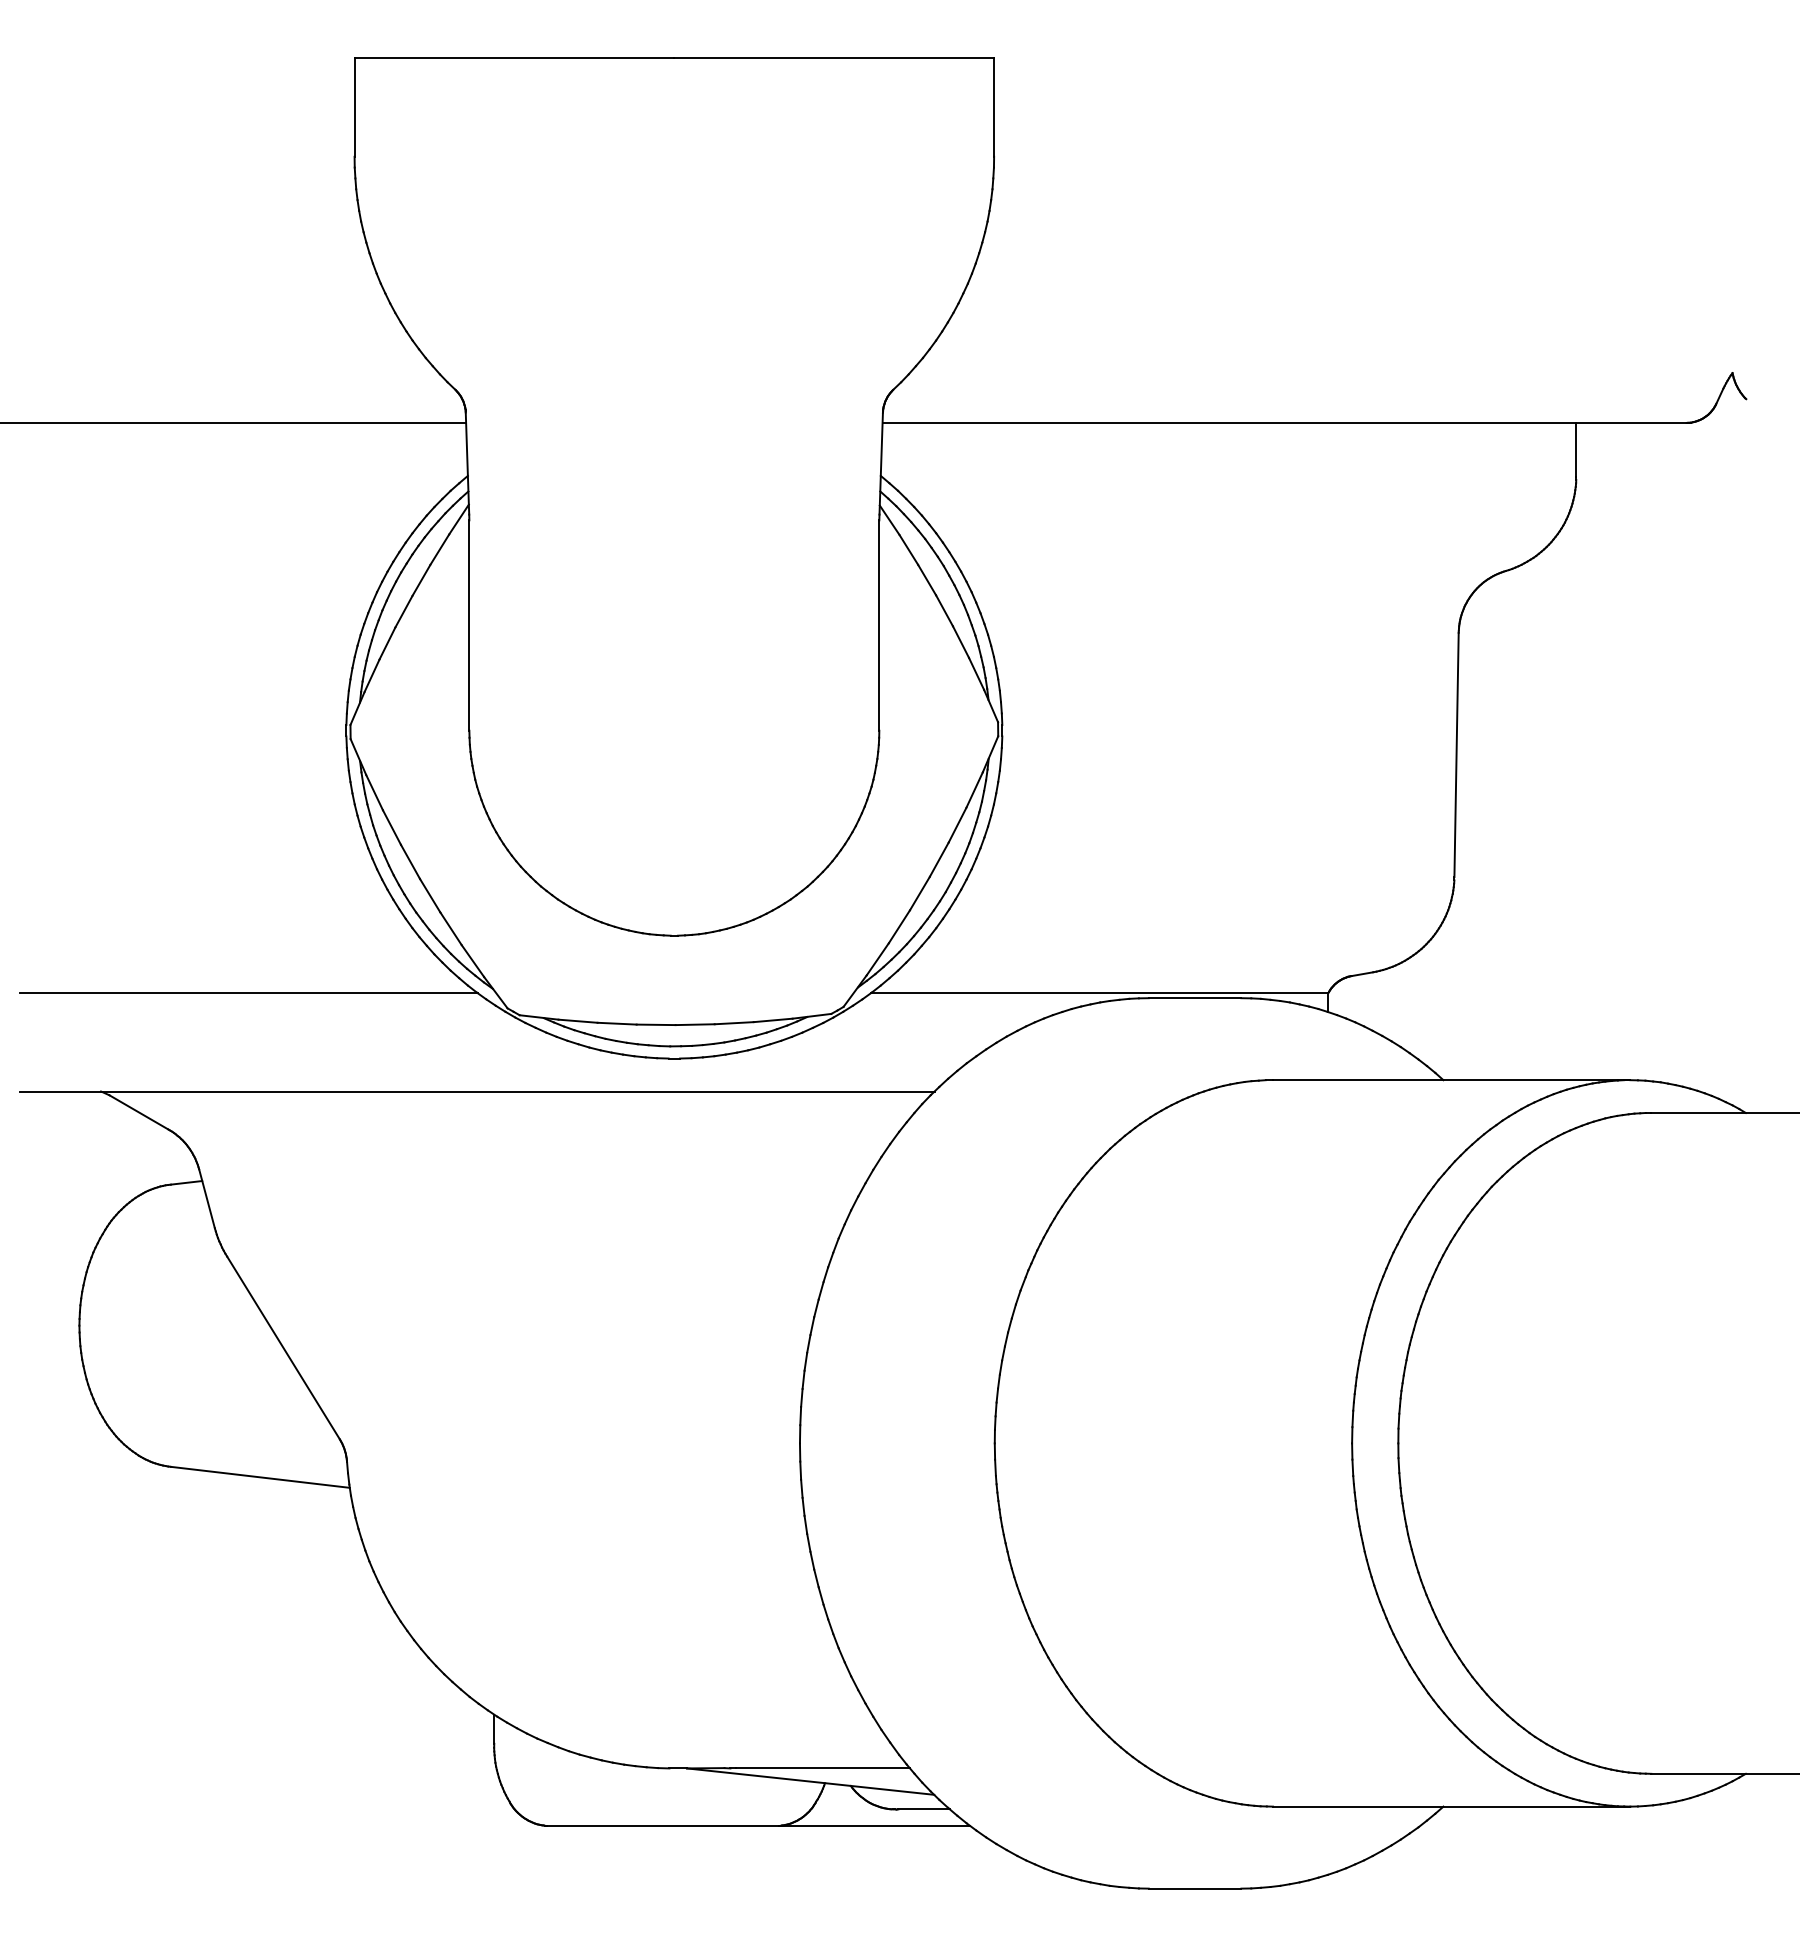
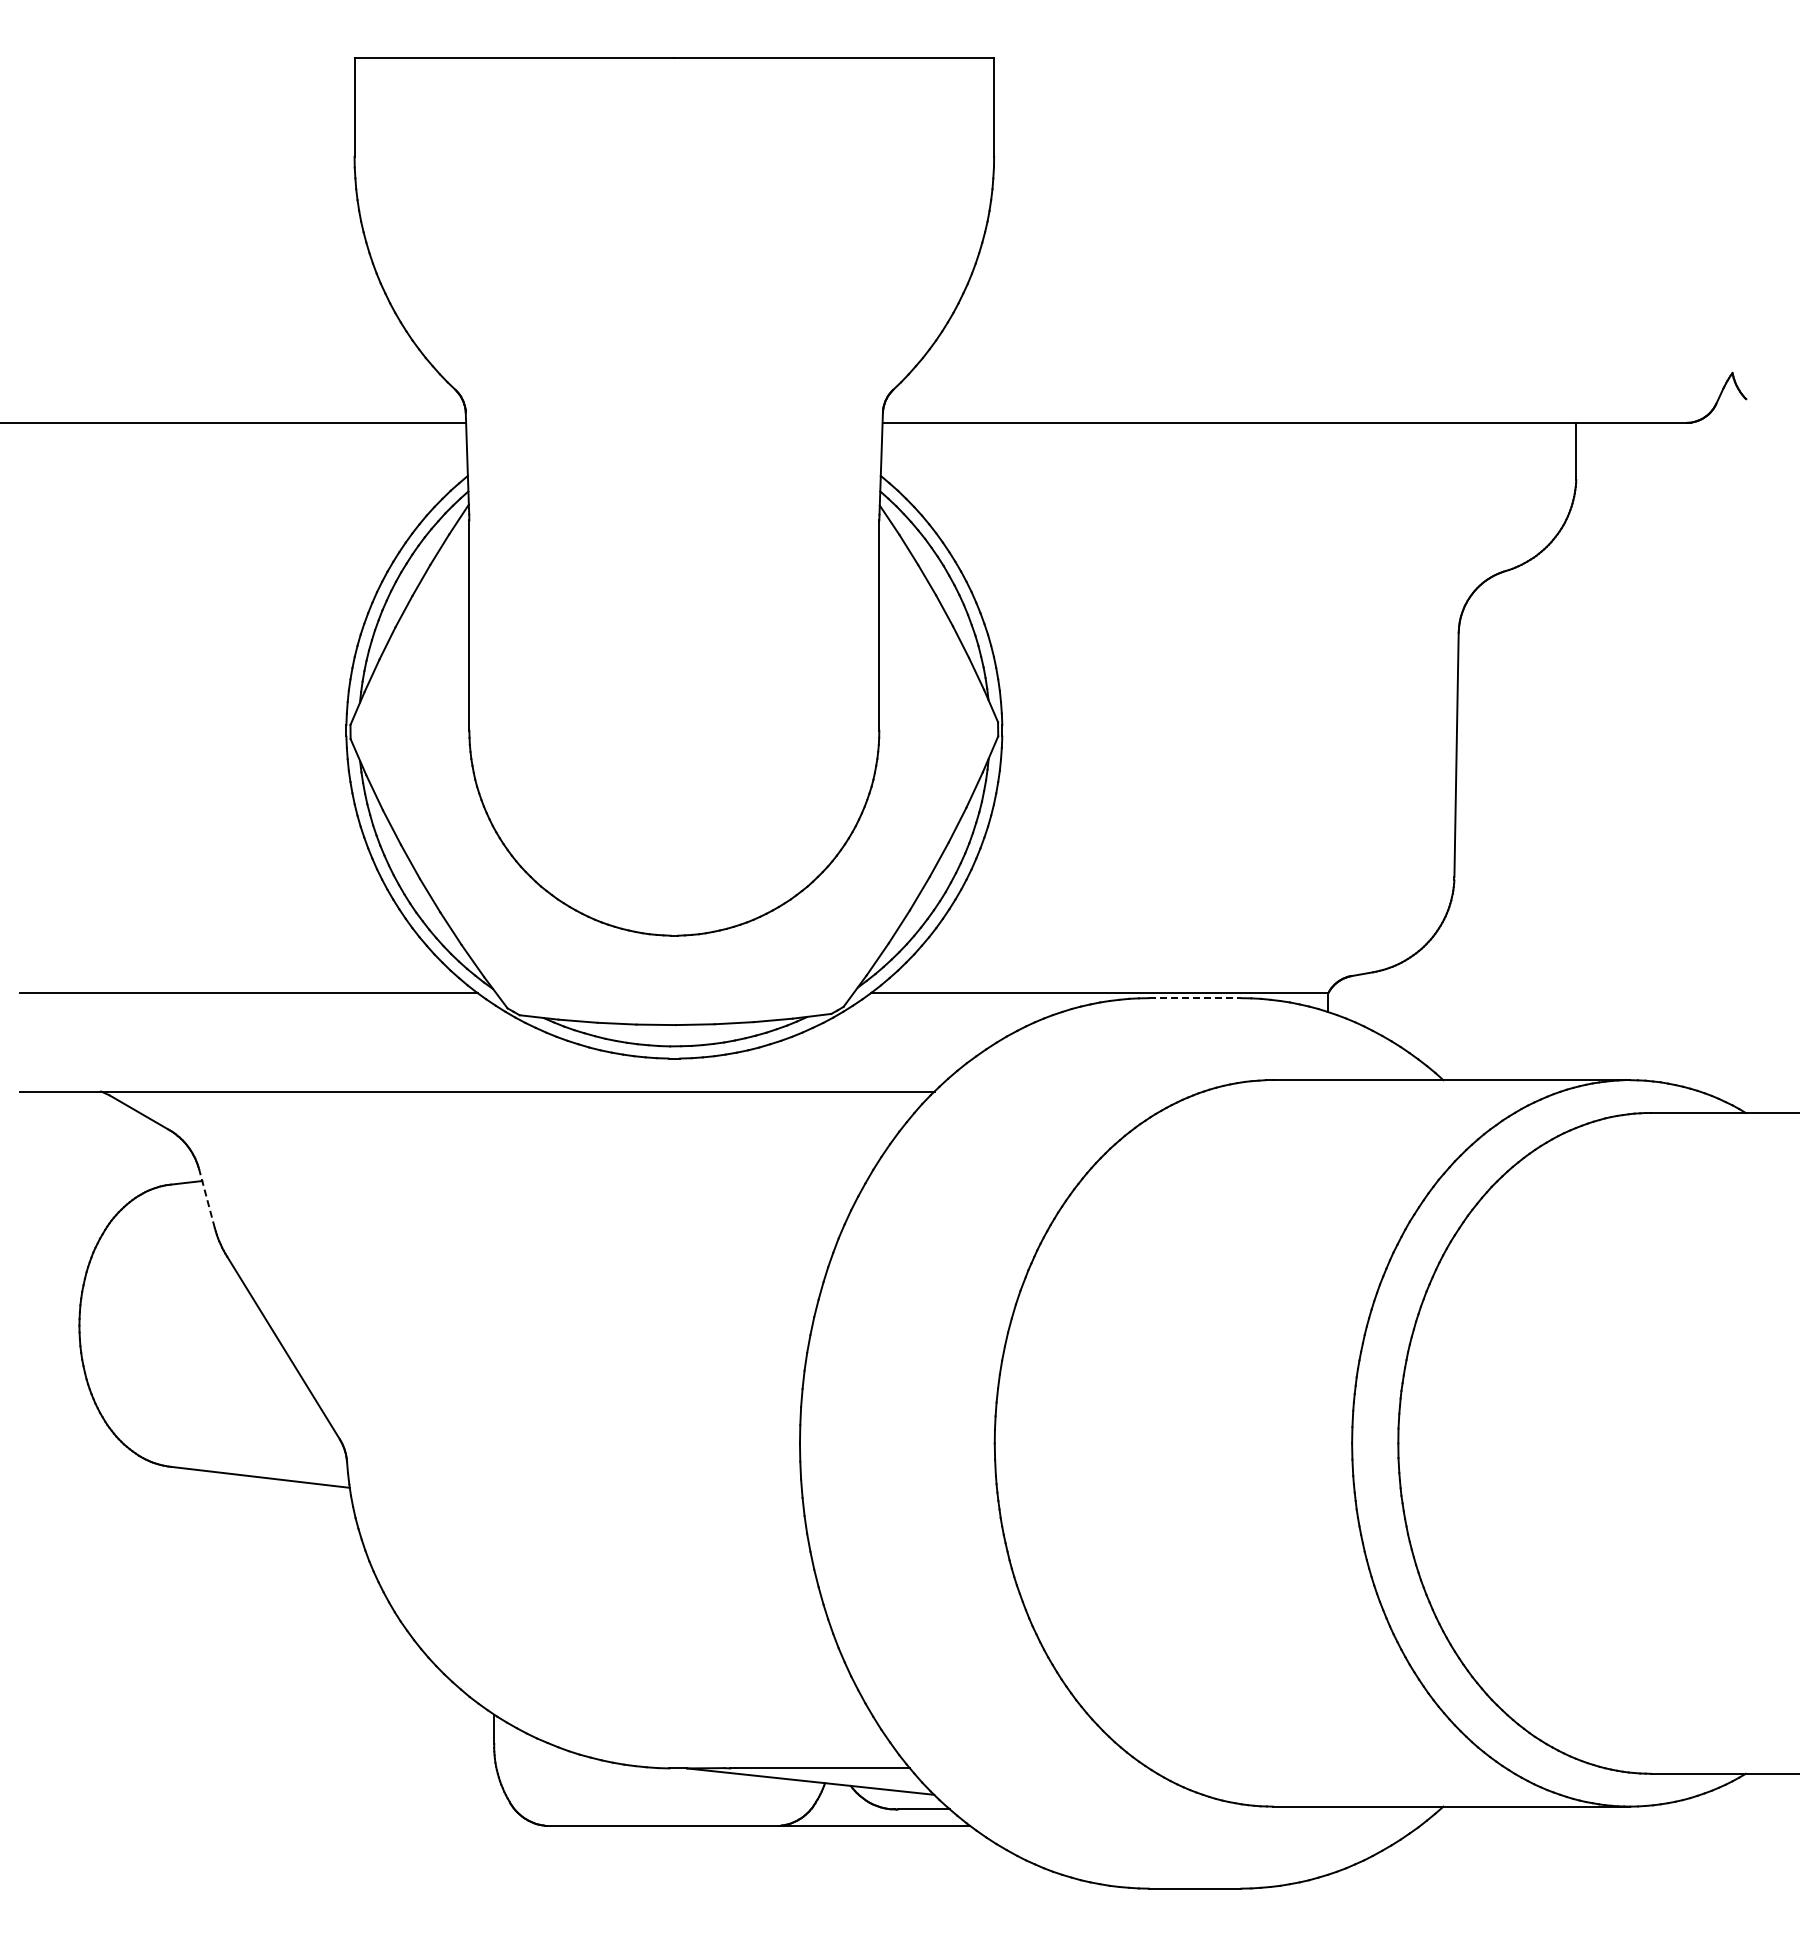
line at (1195, 998): solid -> dashed
line at (207, 1198): solid -> dashed
